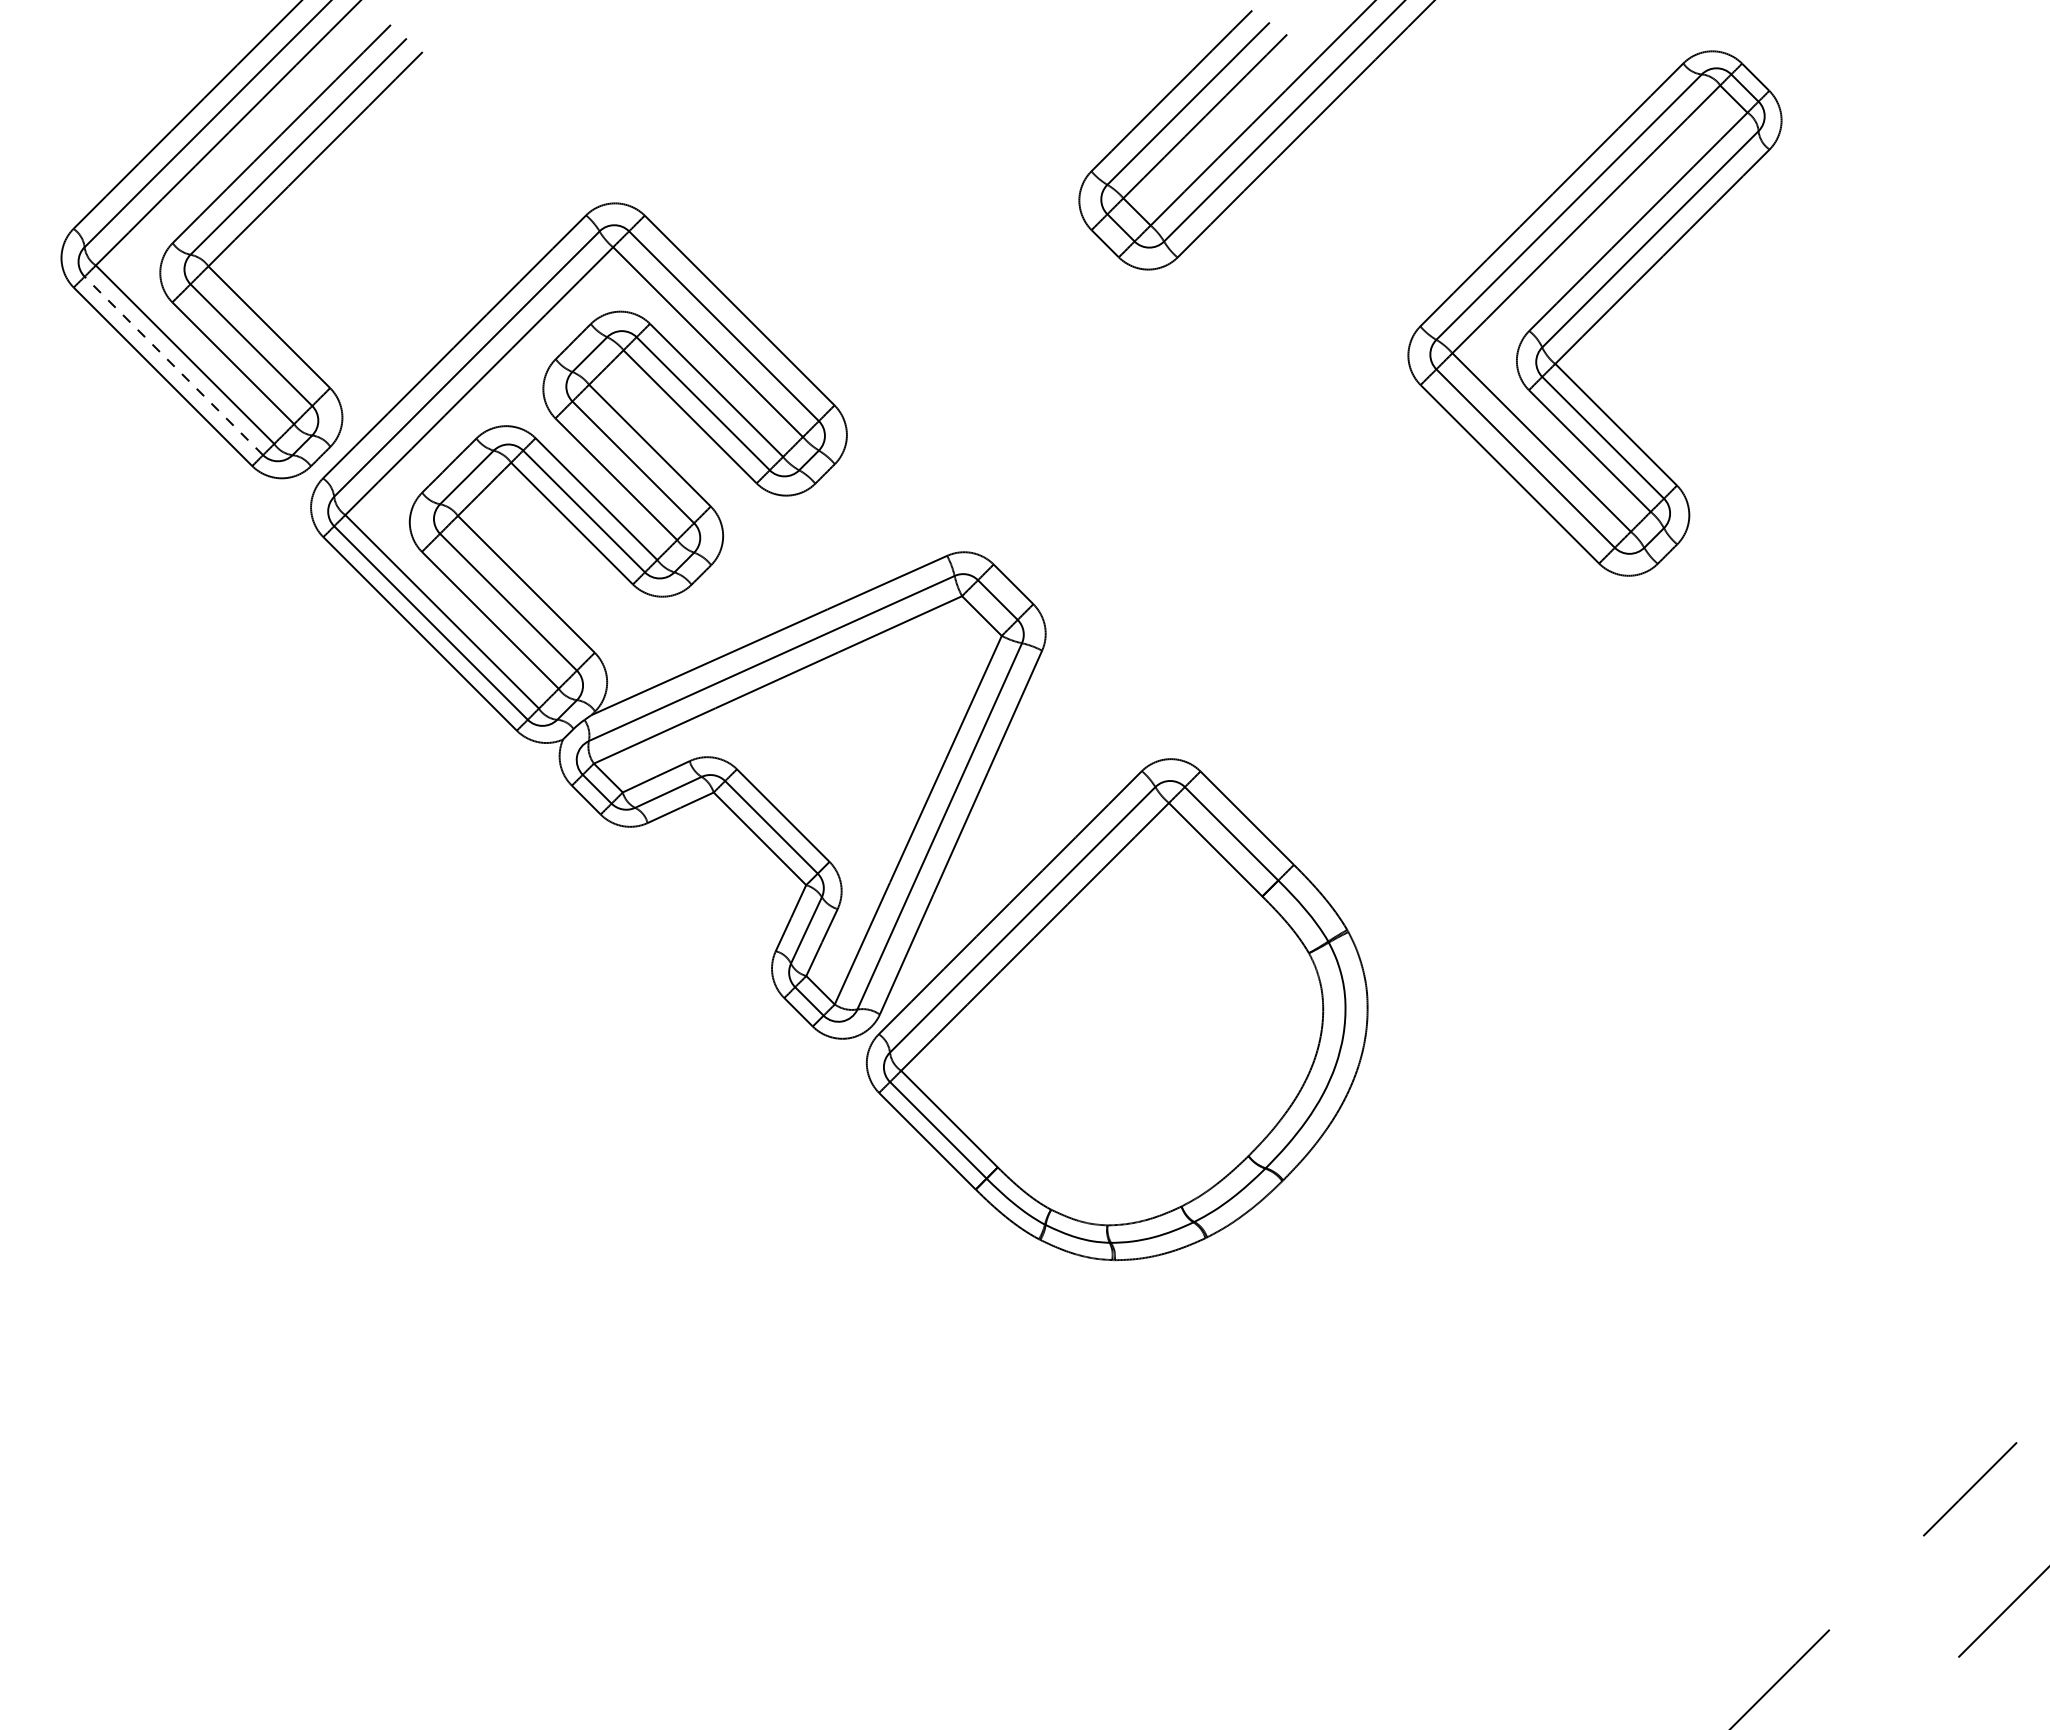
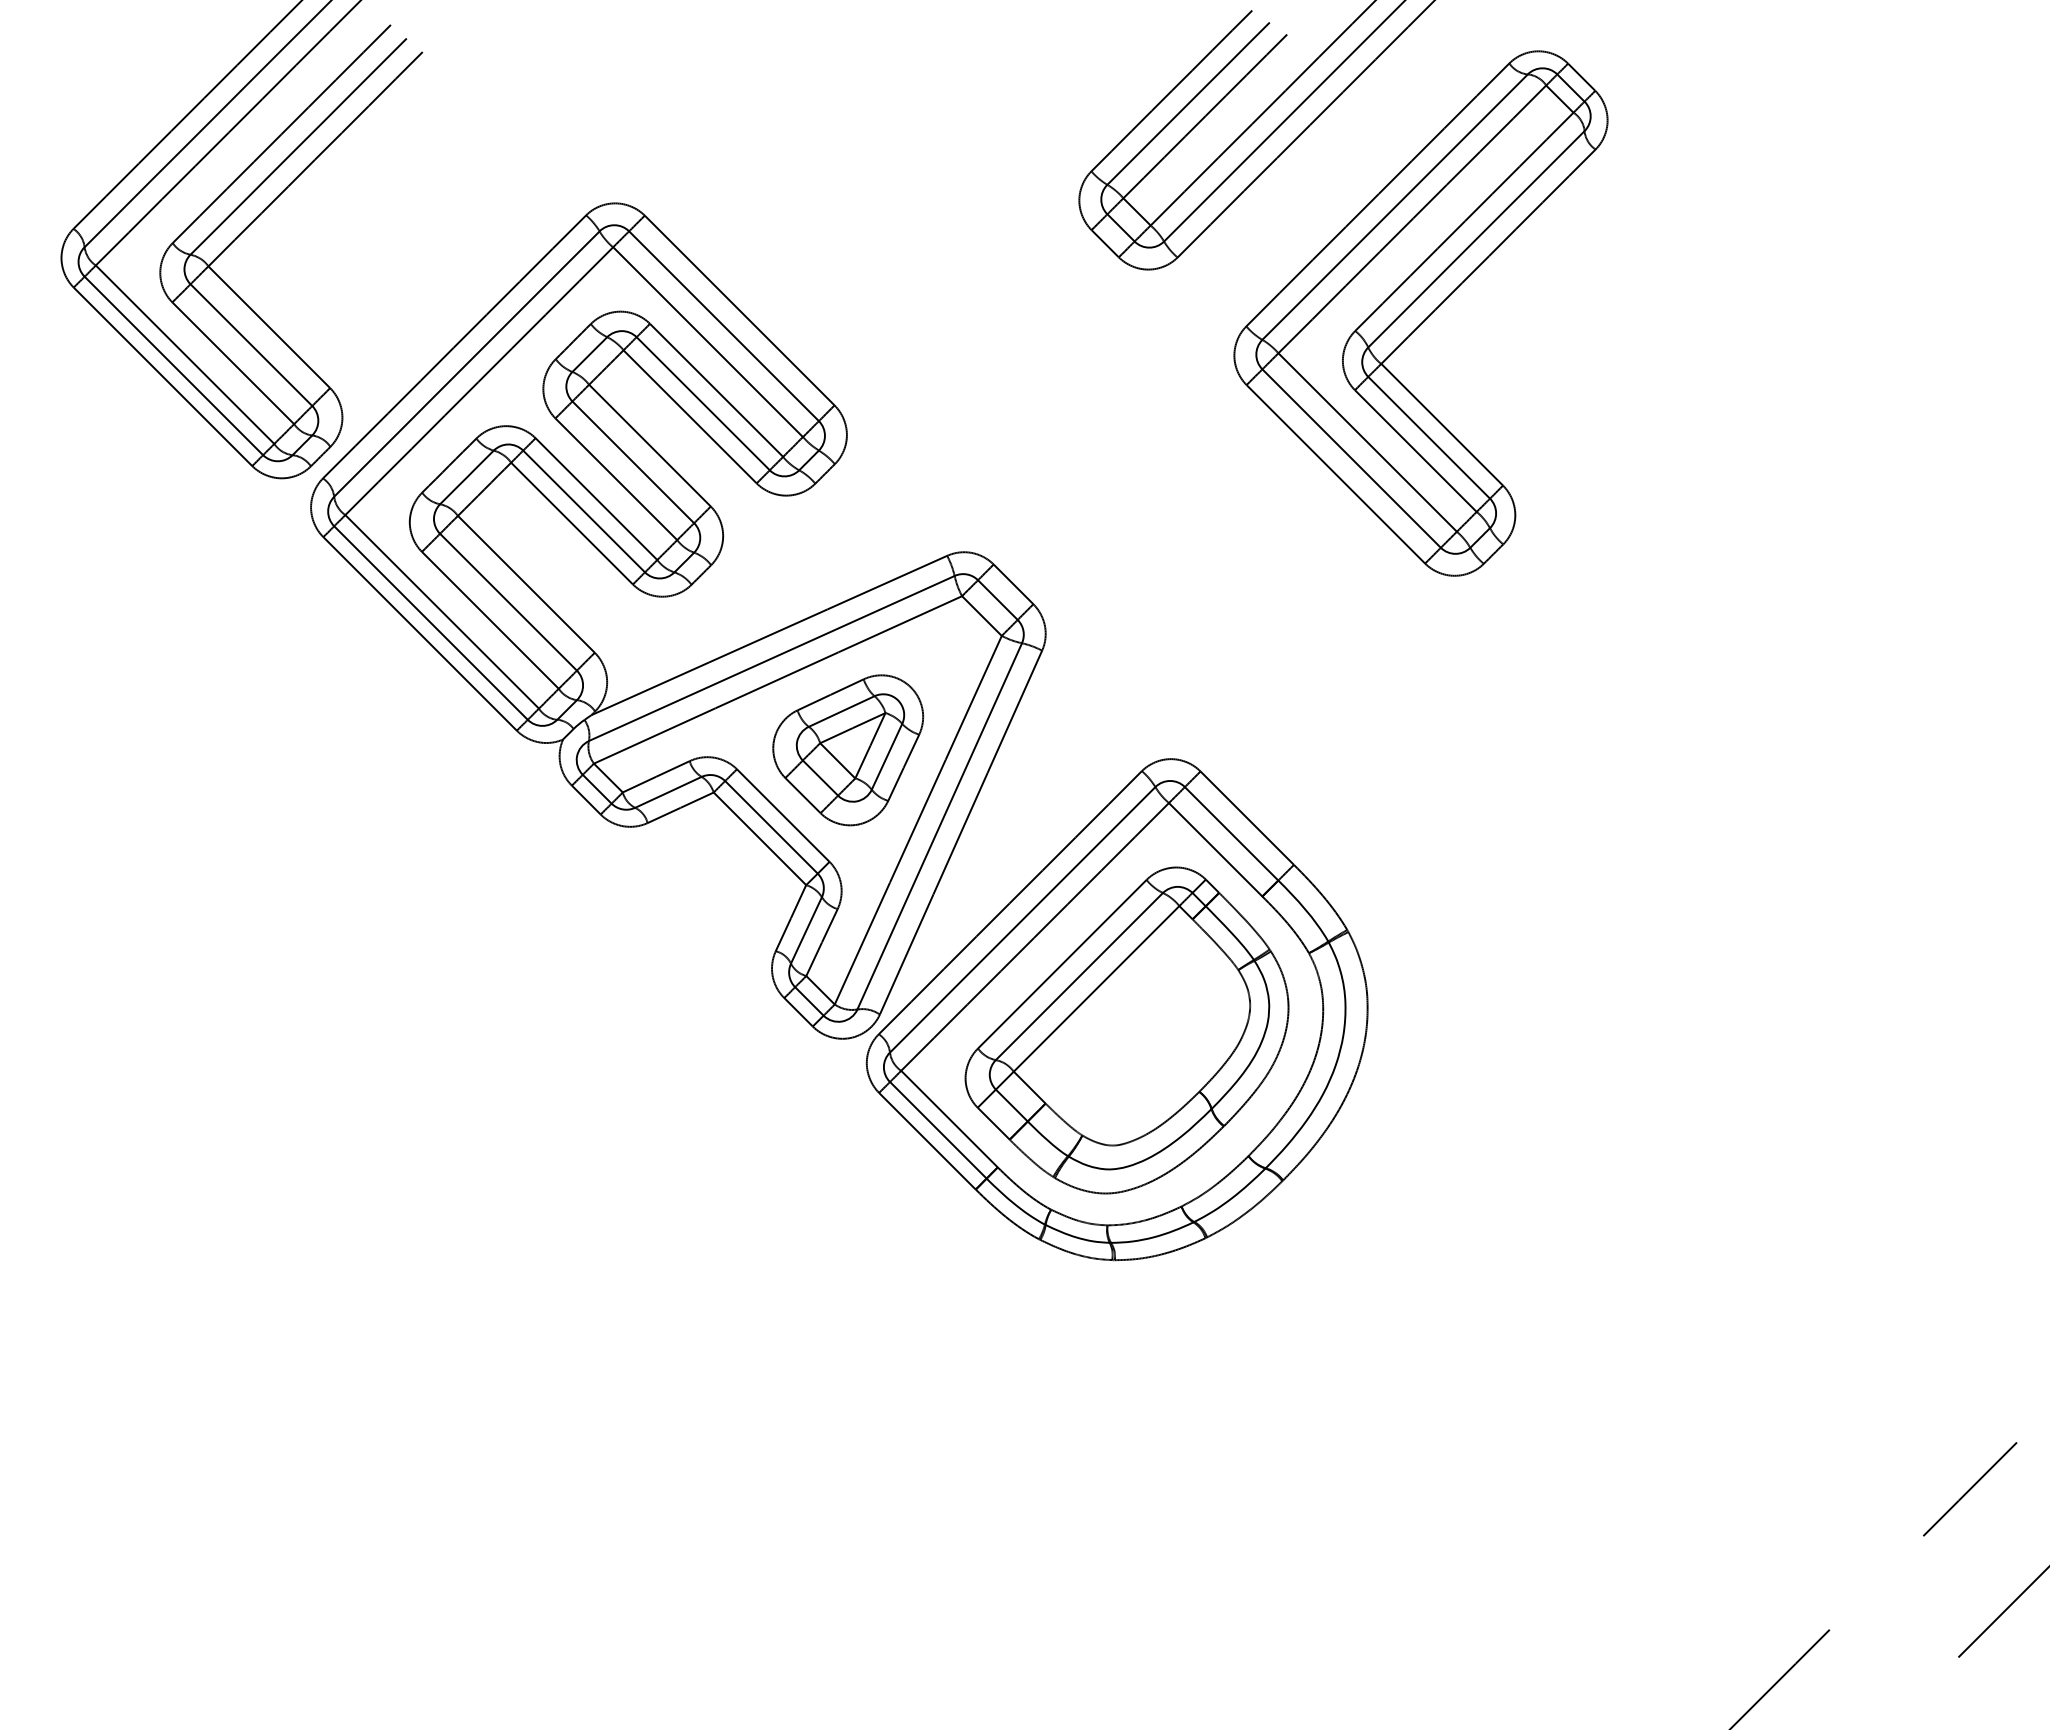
part at (1594, 313) position: (1594, 313) -> (1420, 313)
line at (173, 365): dashed -> solid
part at (848, 750): none -> present
part at (1126, 1030): none -> present
